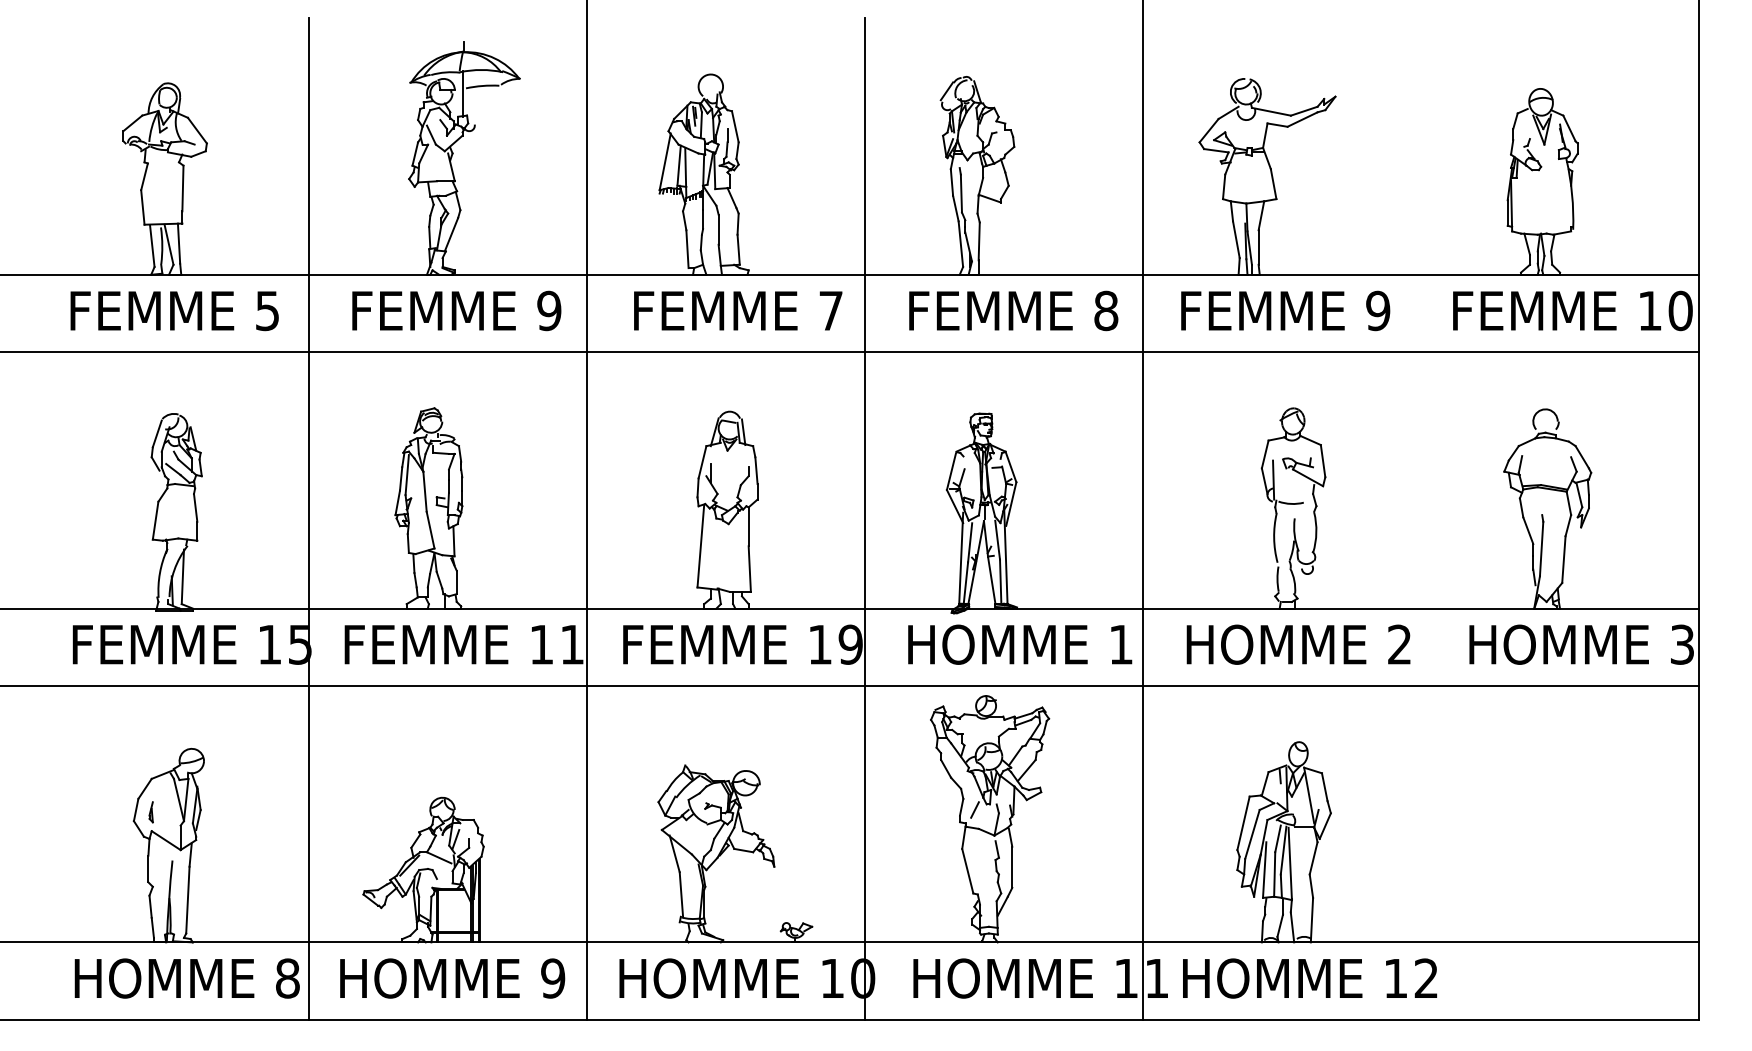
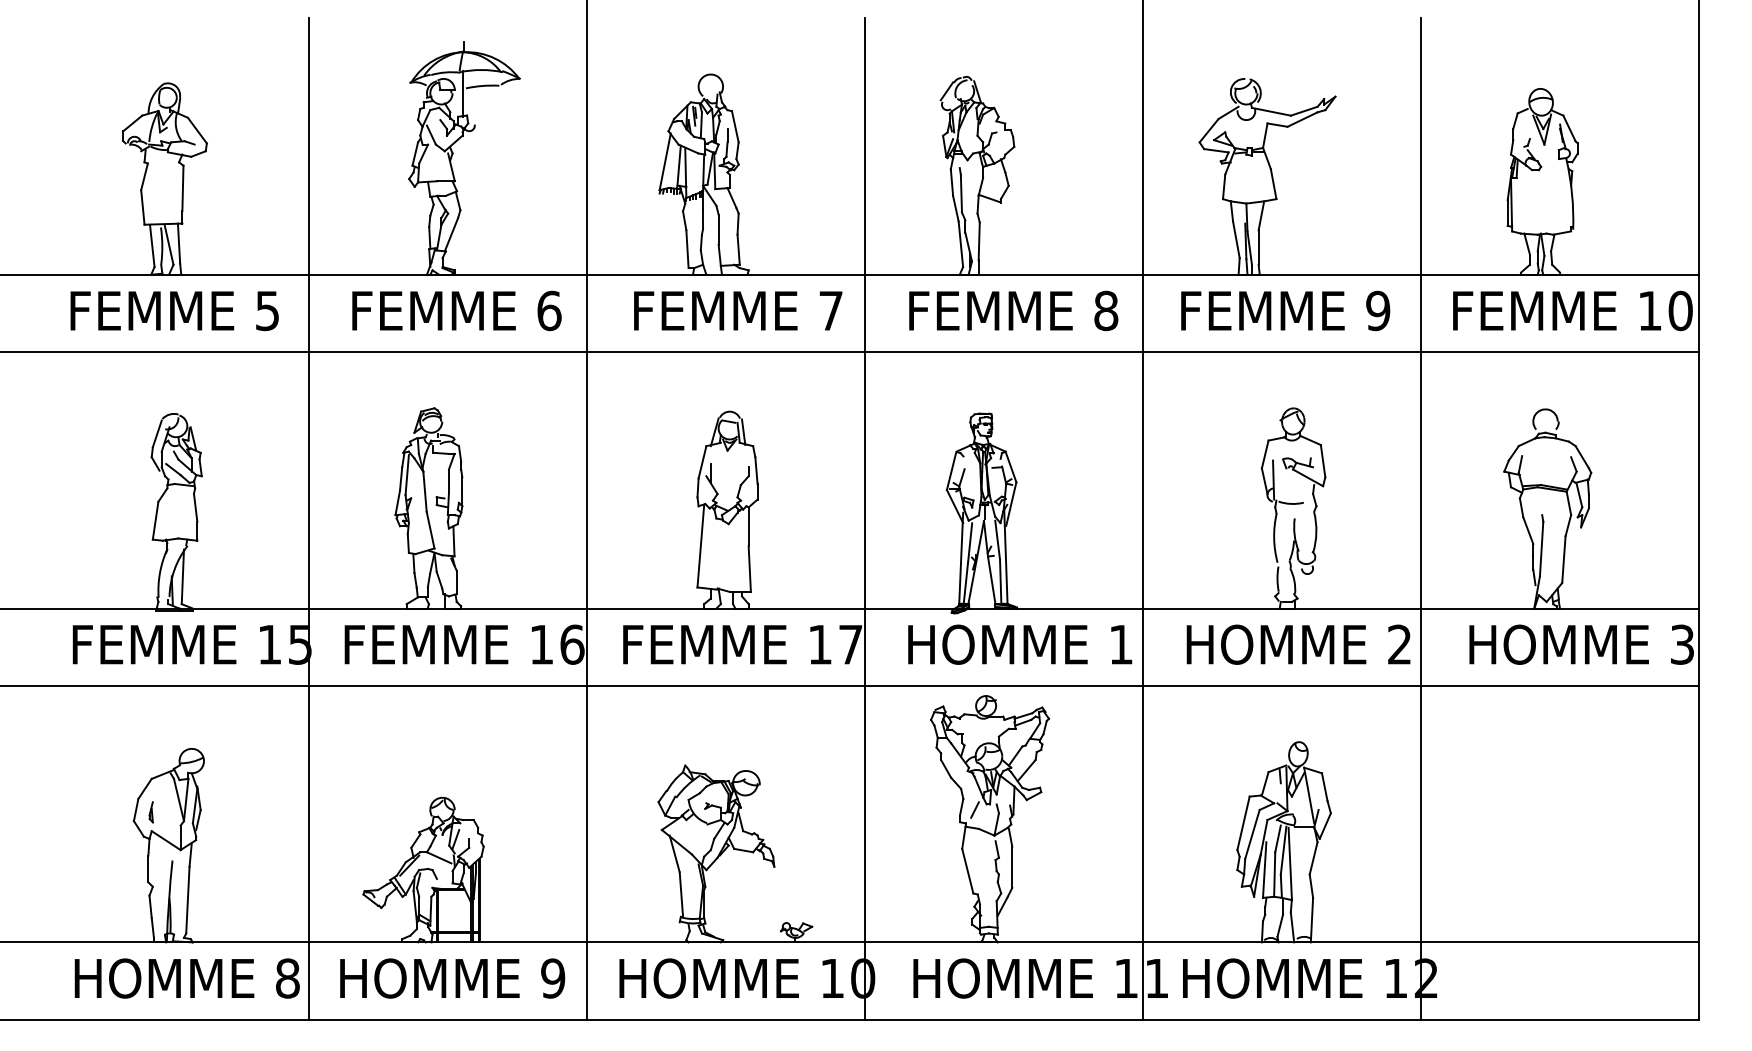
text at (549, 310): 9 -> 6
line at (1421, 518): none -> present
text at (572, 644): 11 -> 16
text at (850, 644): 19 -> 17
